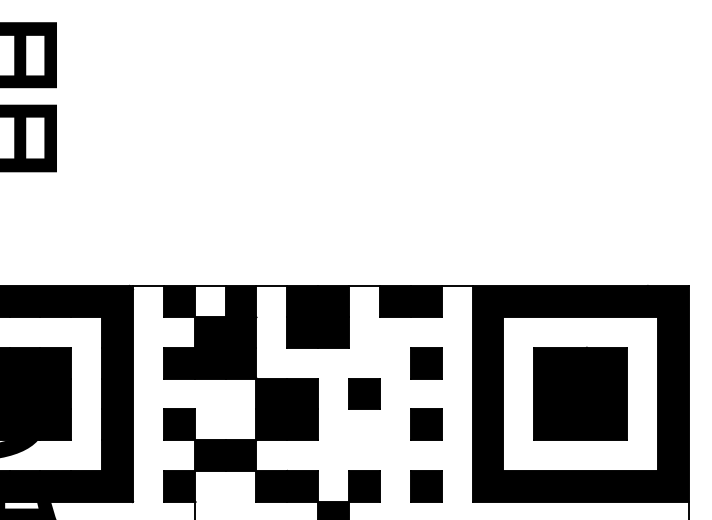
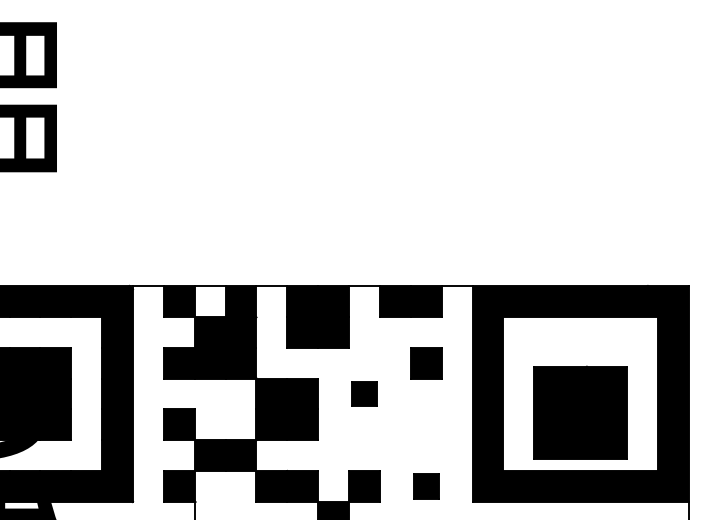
part at (364, 393) size: 33x32 px -> 27x26 px
part at (580, 393) position: (580, 393) -> (580, 412)
part at (426, 424): present -> none
part at (426, 486) size: 33x33 px -> 27x27 px
